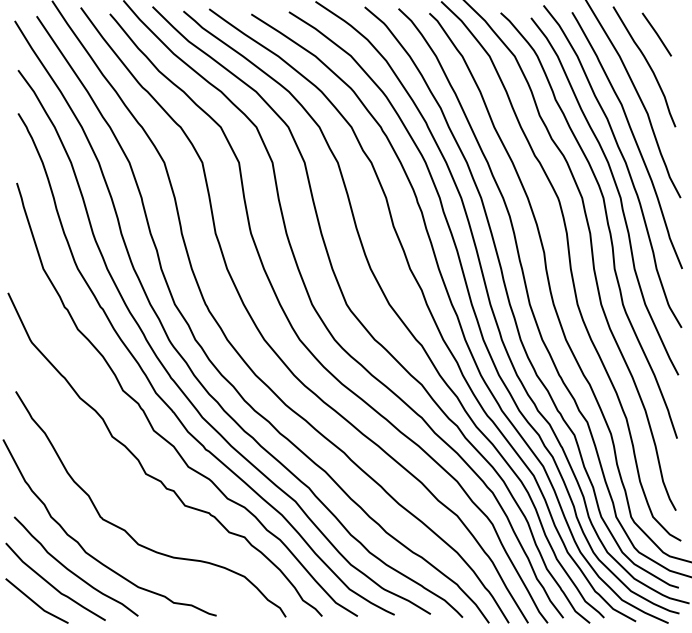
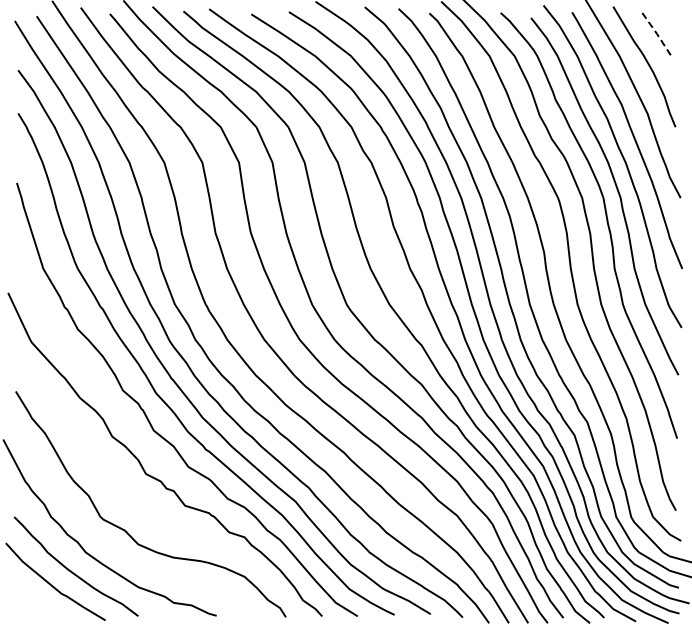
line at (656, 33): solid -> dashed
line at (36, 602): present -> none
